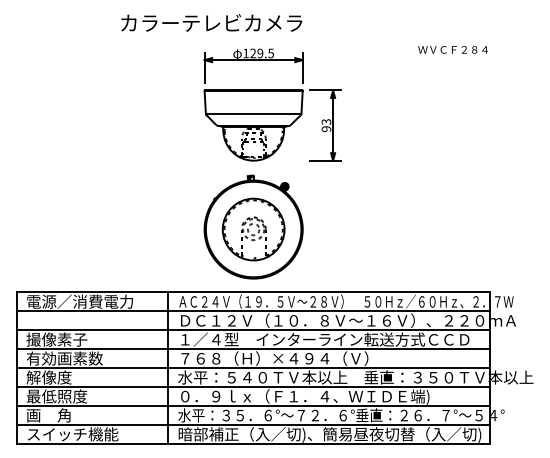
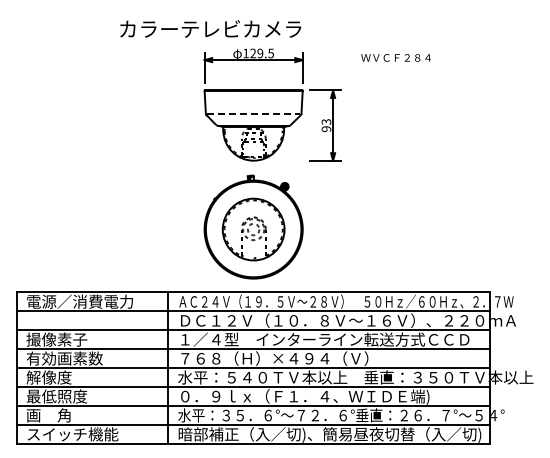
text at (211, 22) position: (211, 22) -> (210, 28)
text at (452, 49) position: (452, 49) -> (395, 57)
line at (254, 113): solid -> dashed
